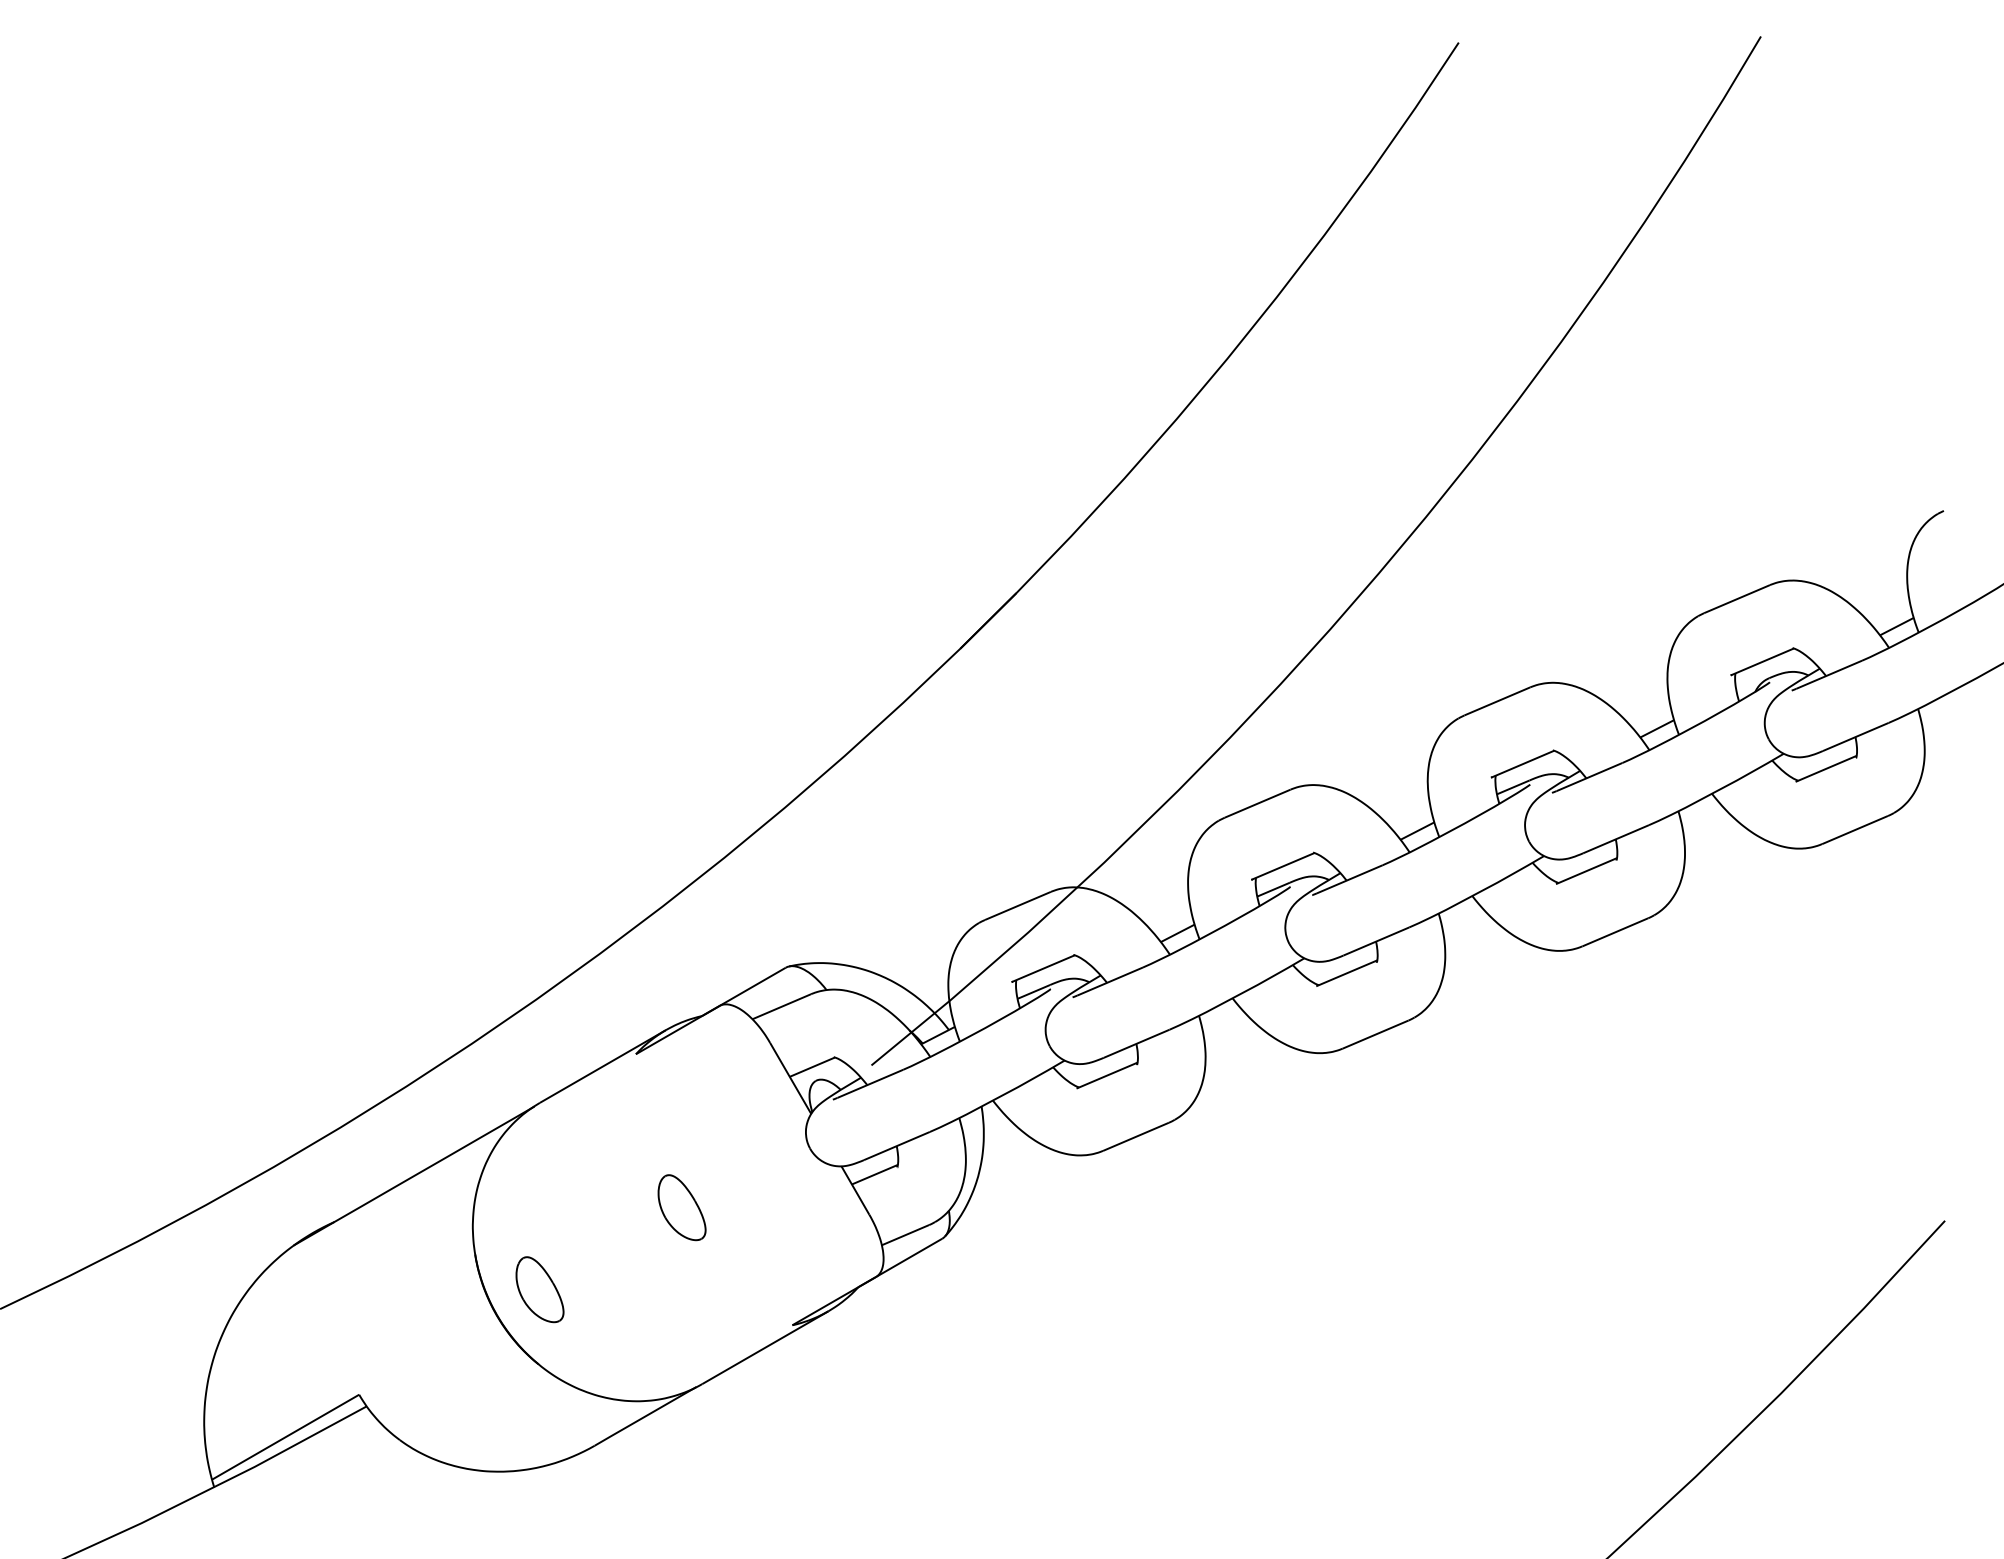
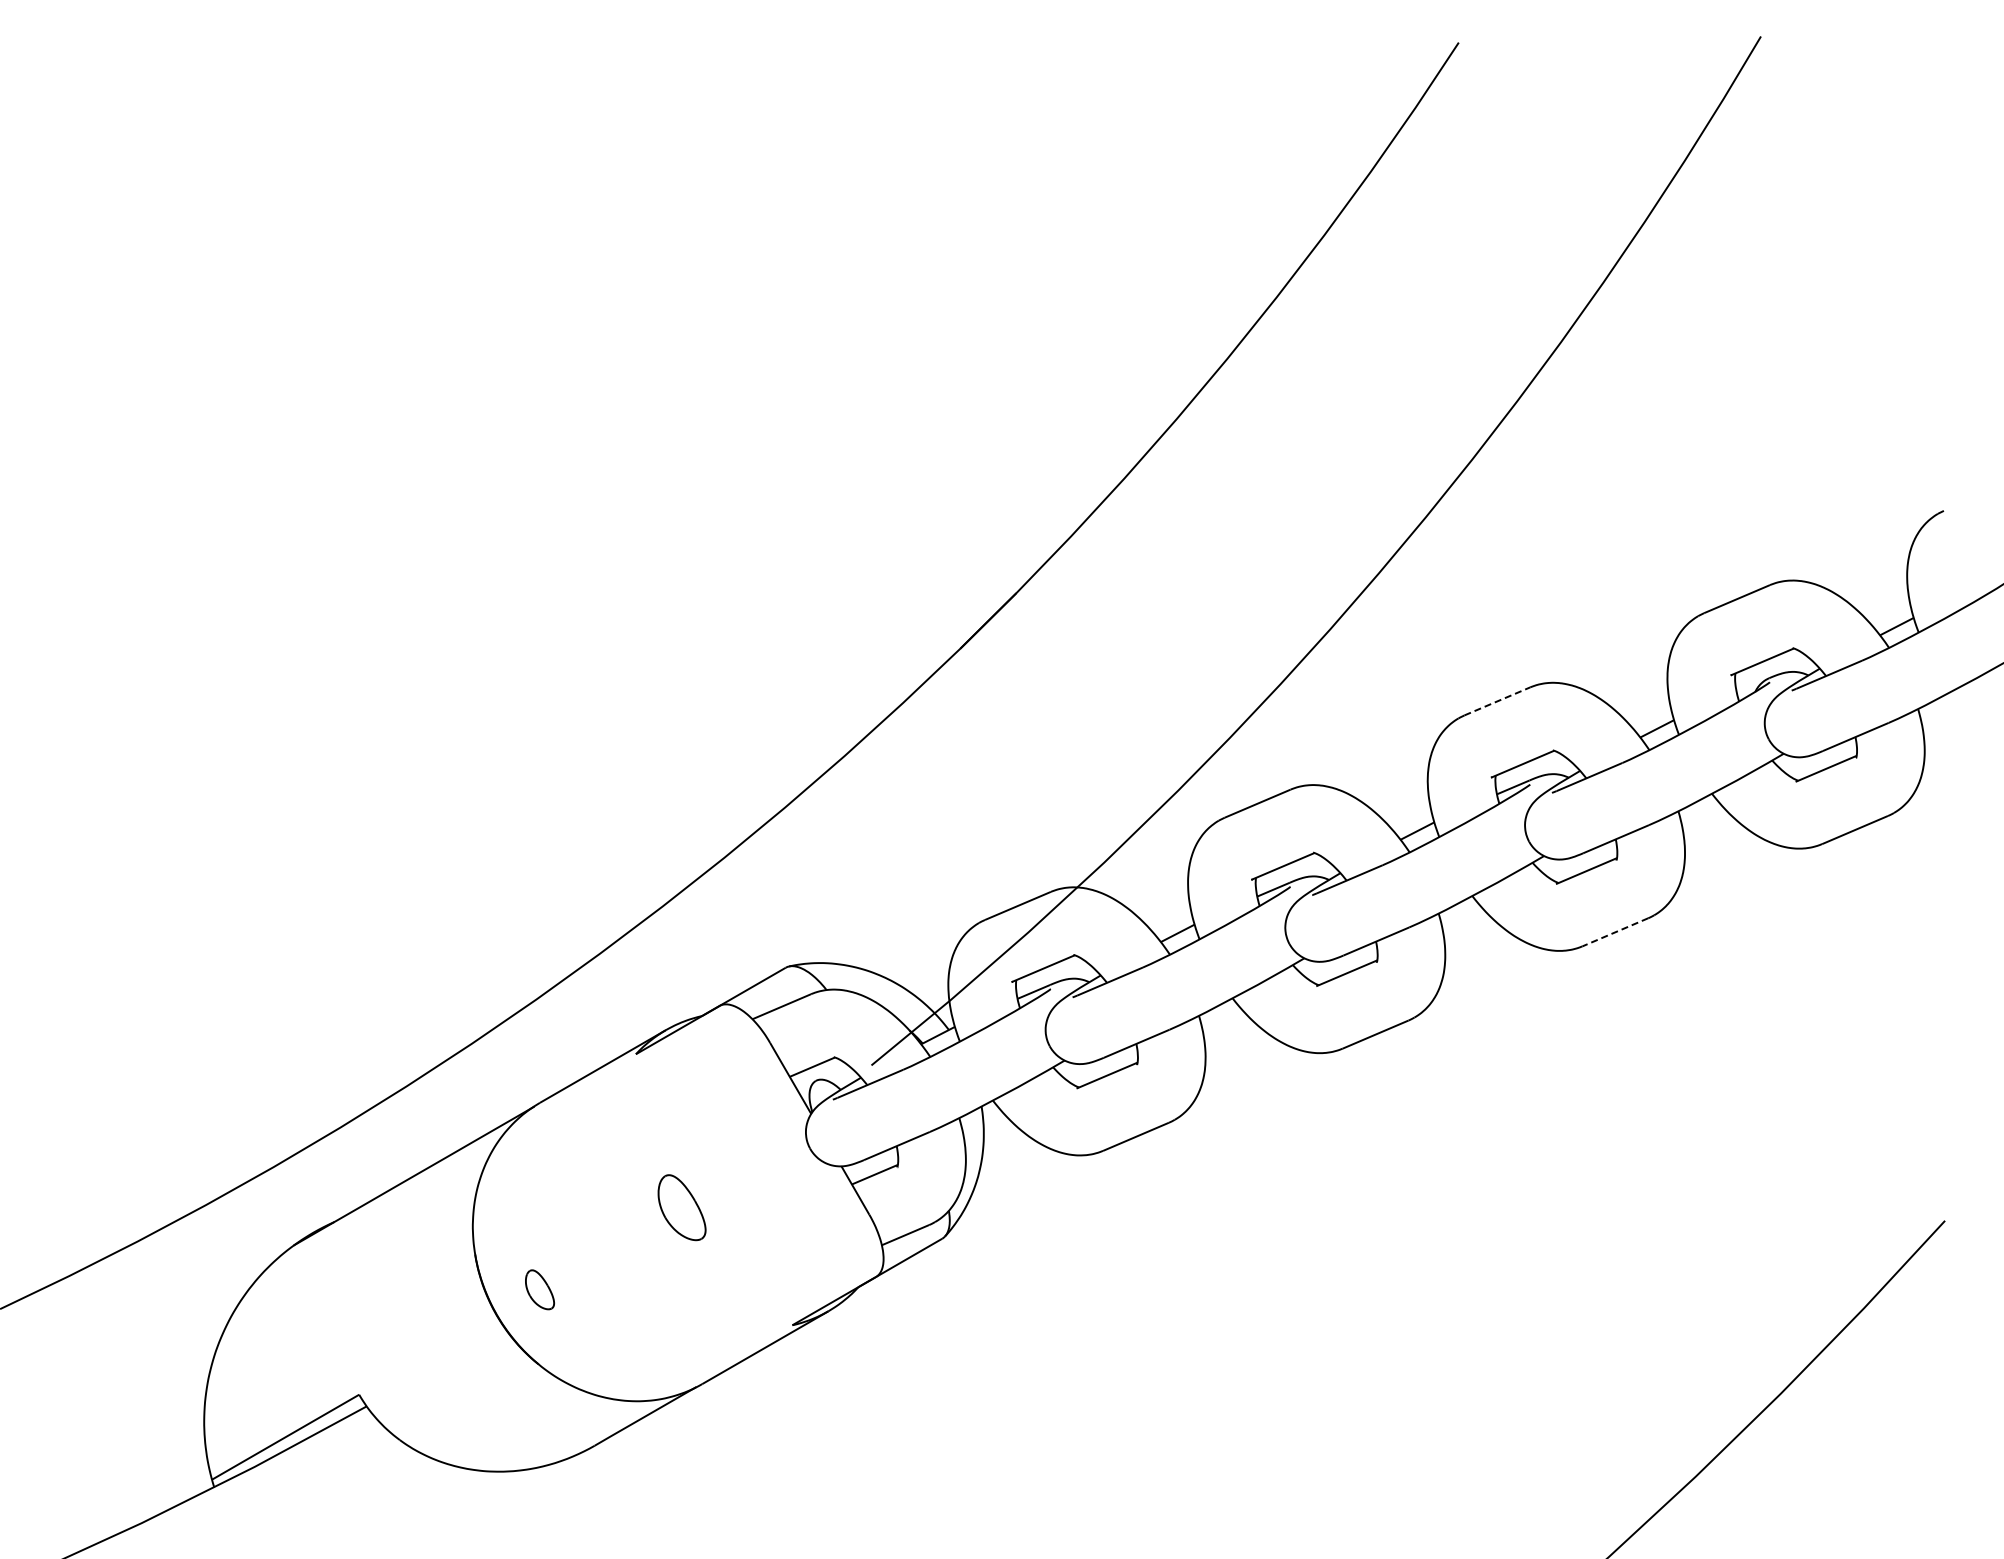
line at (1497, 701): solid -> dashed
line at (1615, 932): solid -> dashed
part at (539, 1289) size: 50x68 px -> 30x42 px
